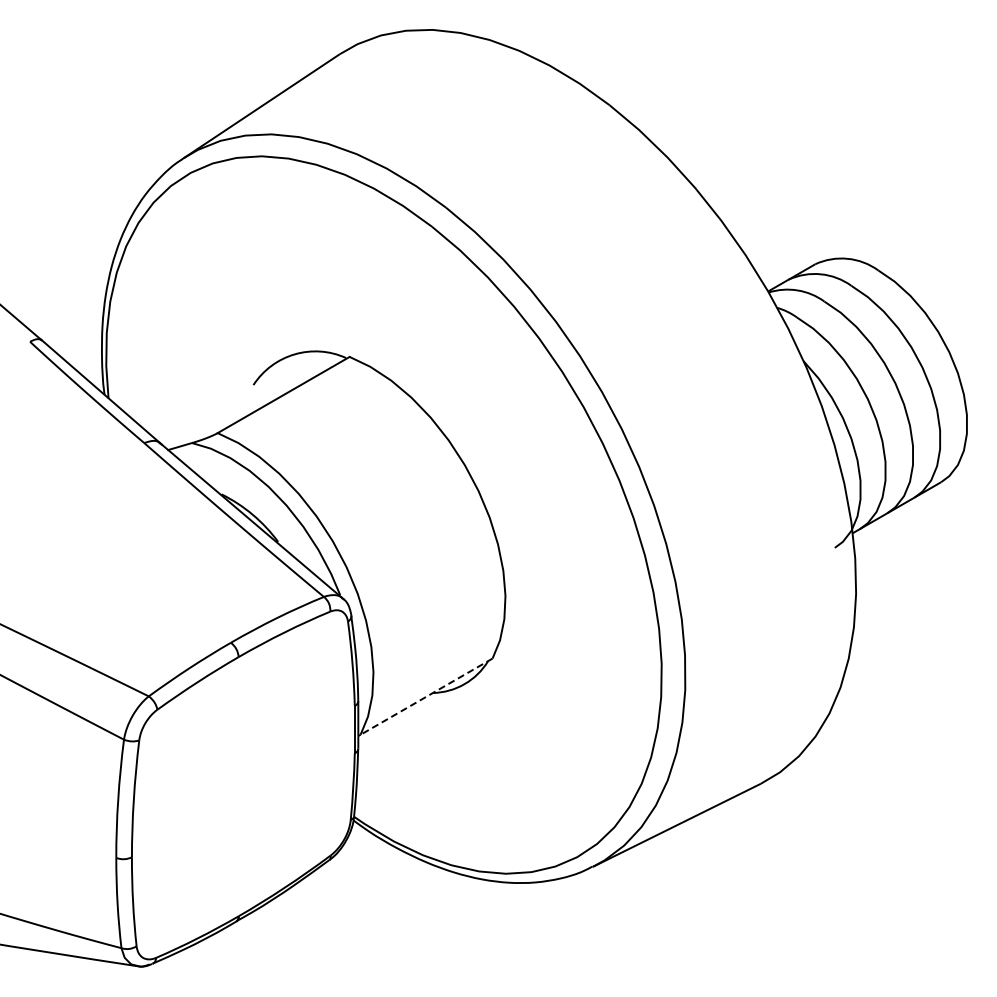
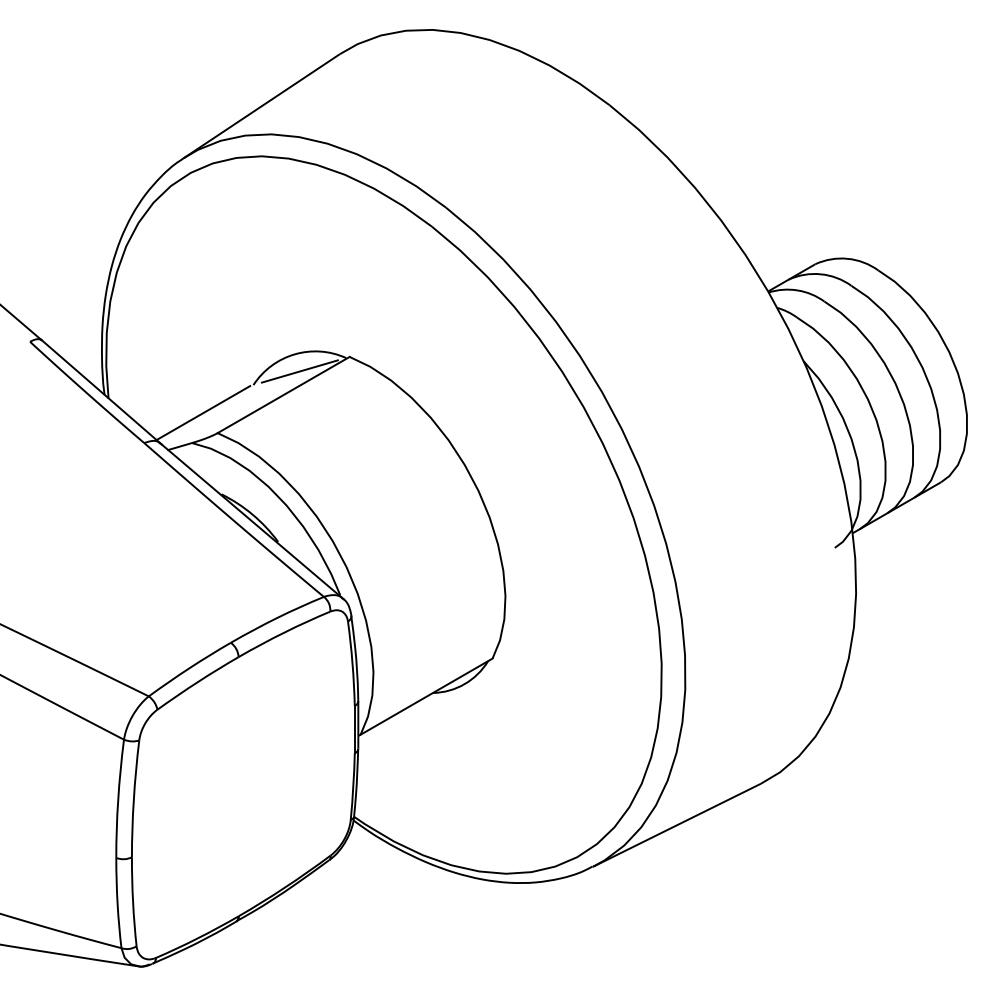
line at (299, 371): none -> present
line at (203, 413): none -> present
line at (426, 696): dashed -> solid
